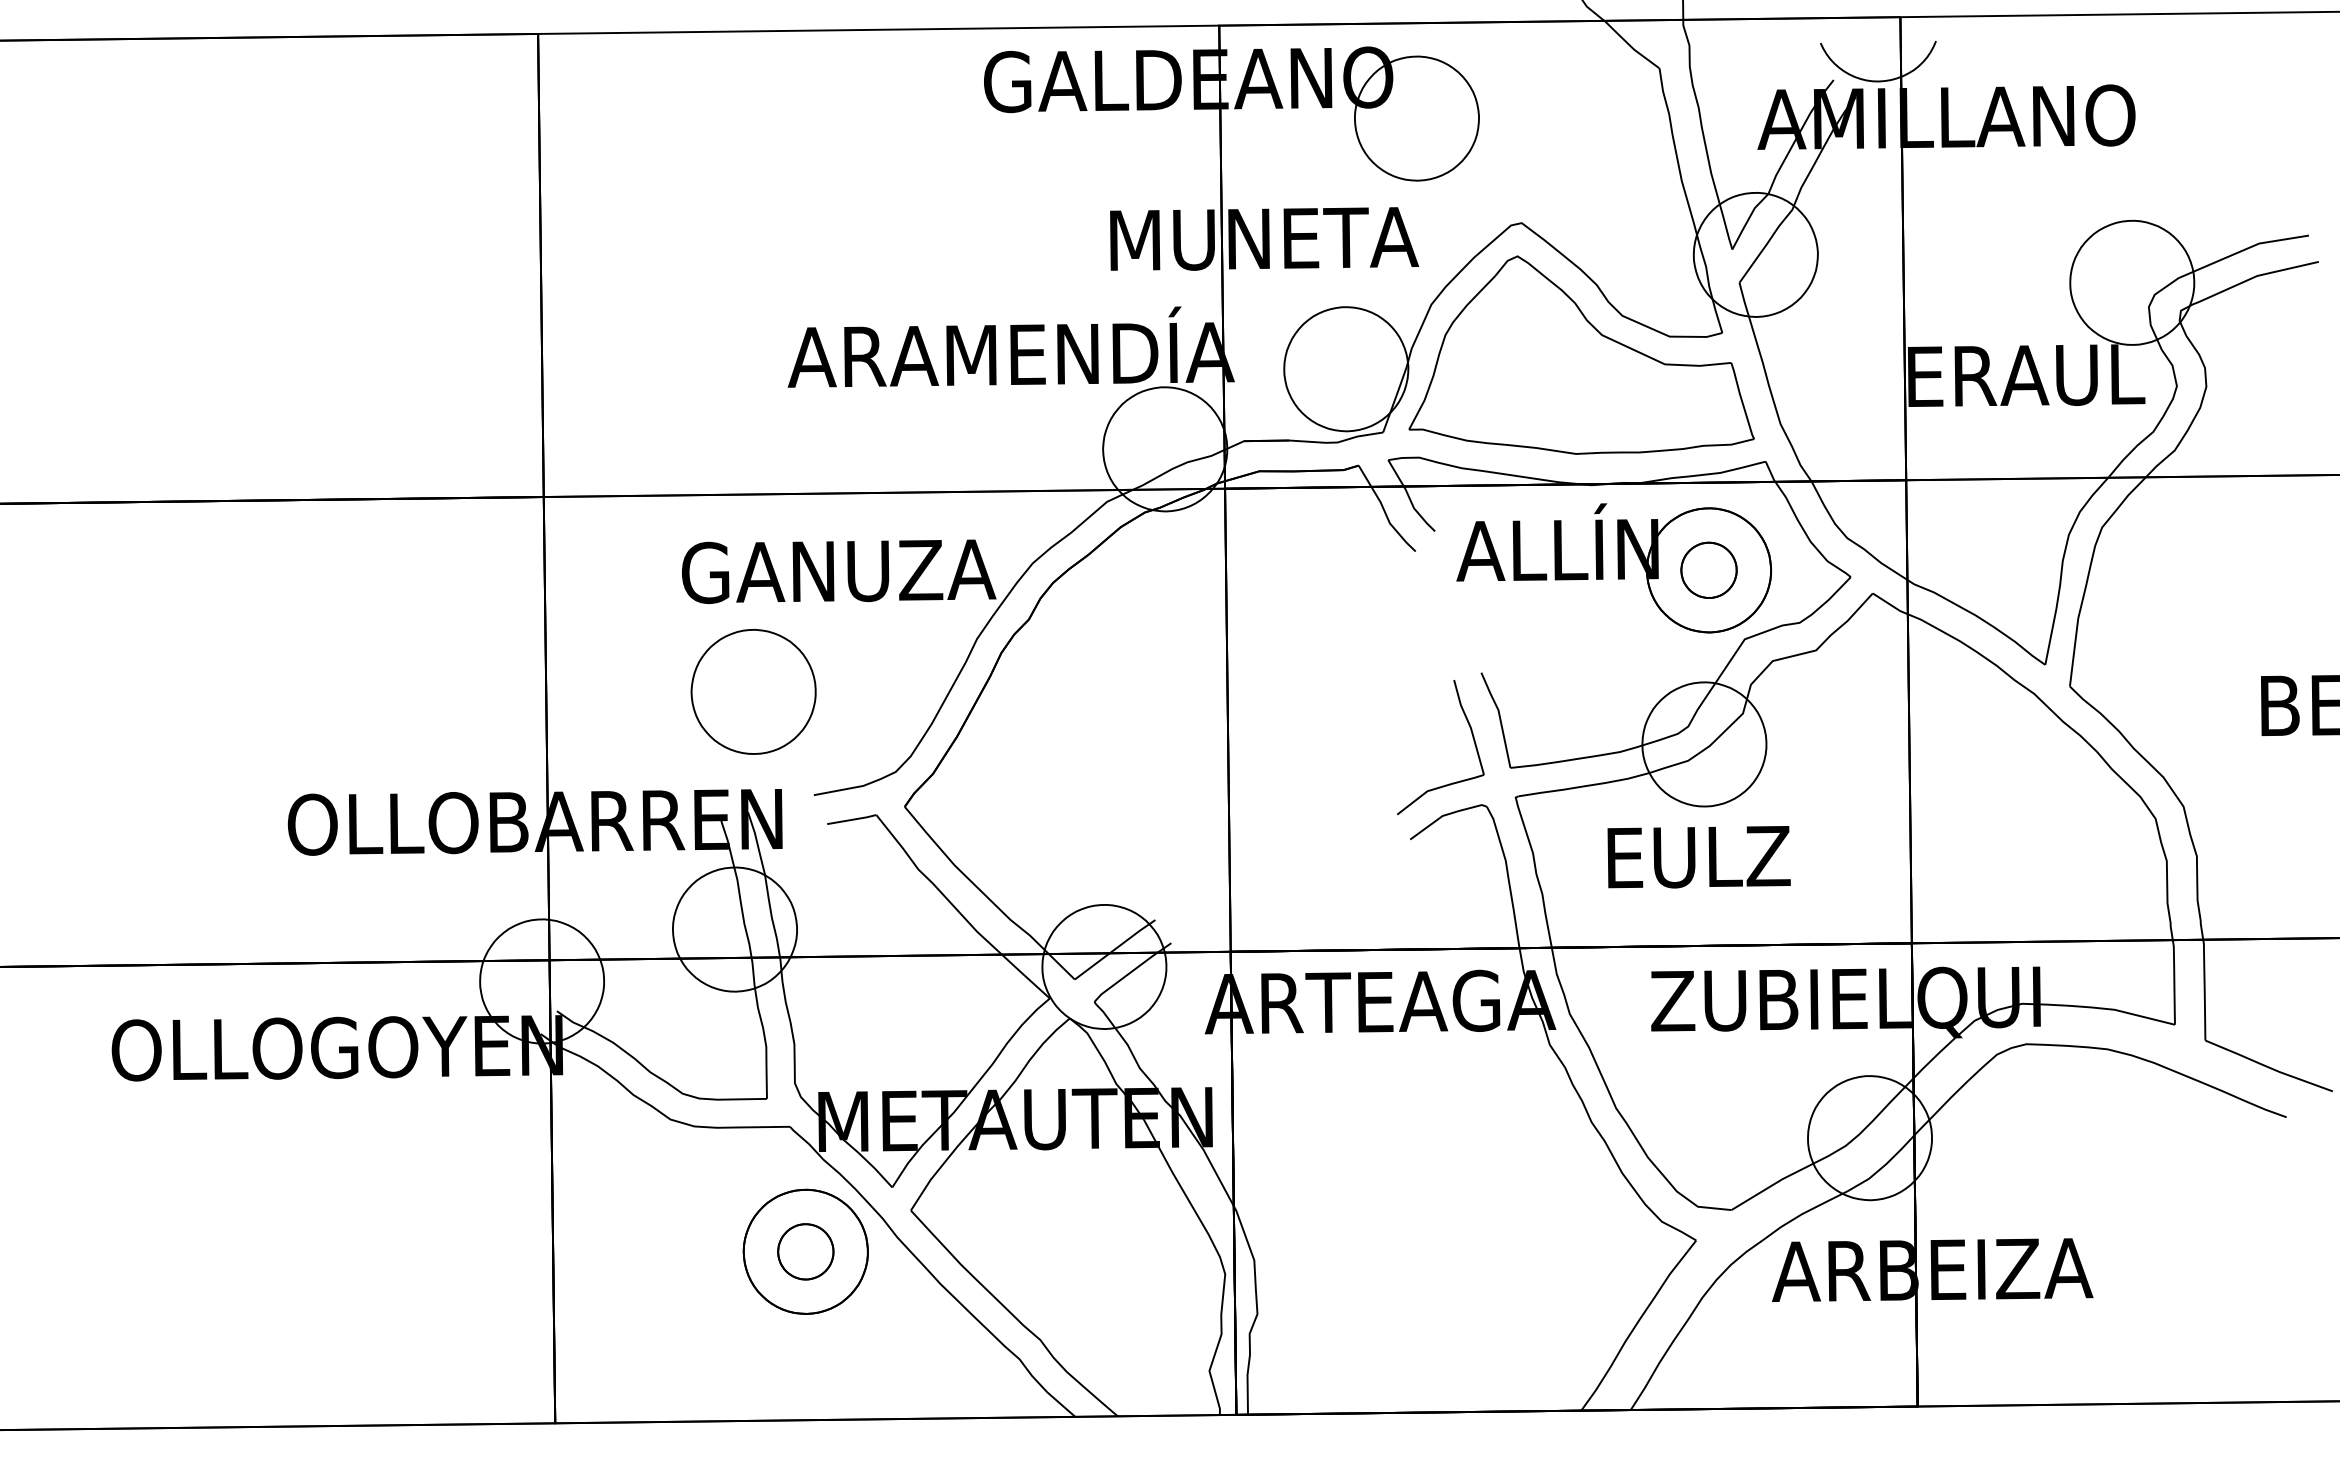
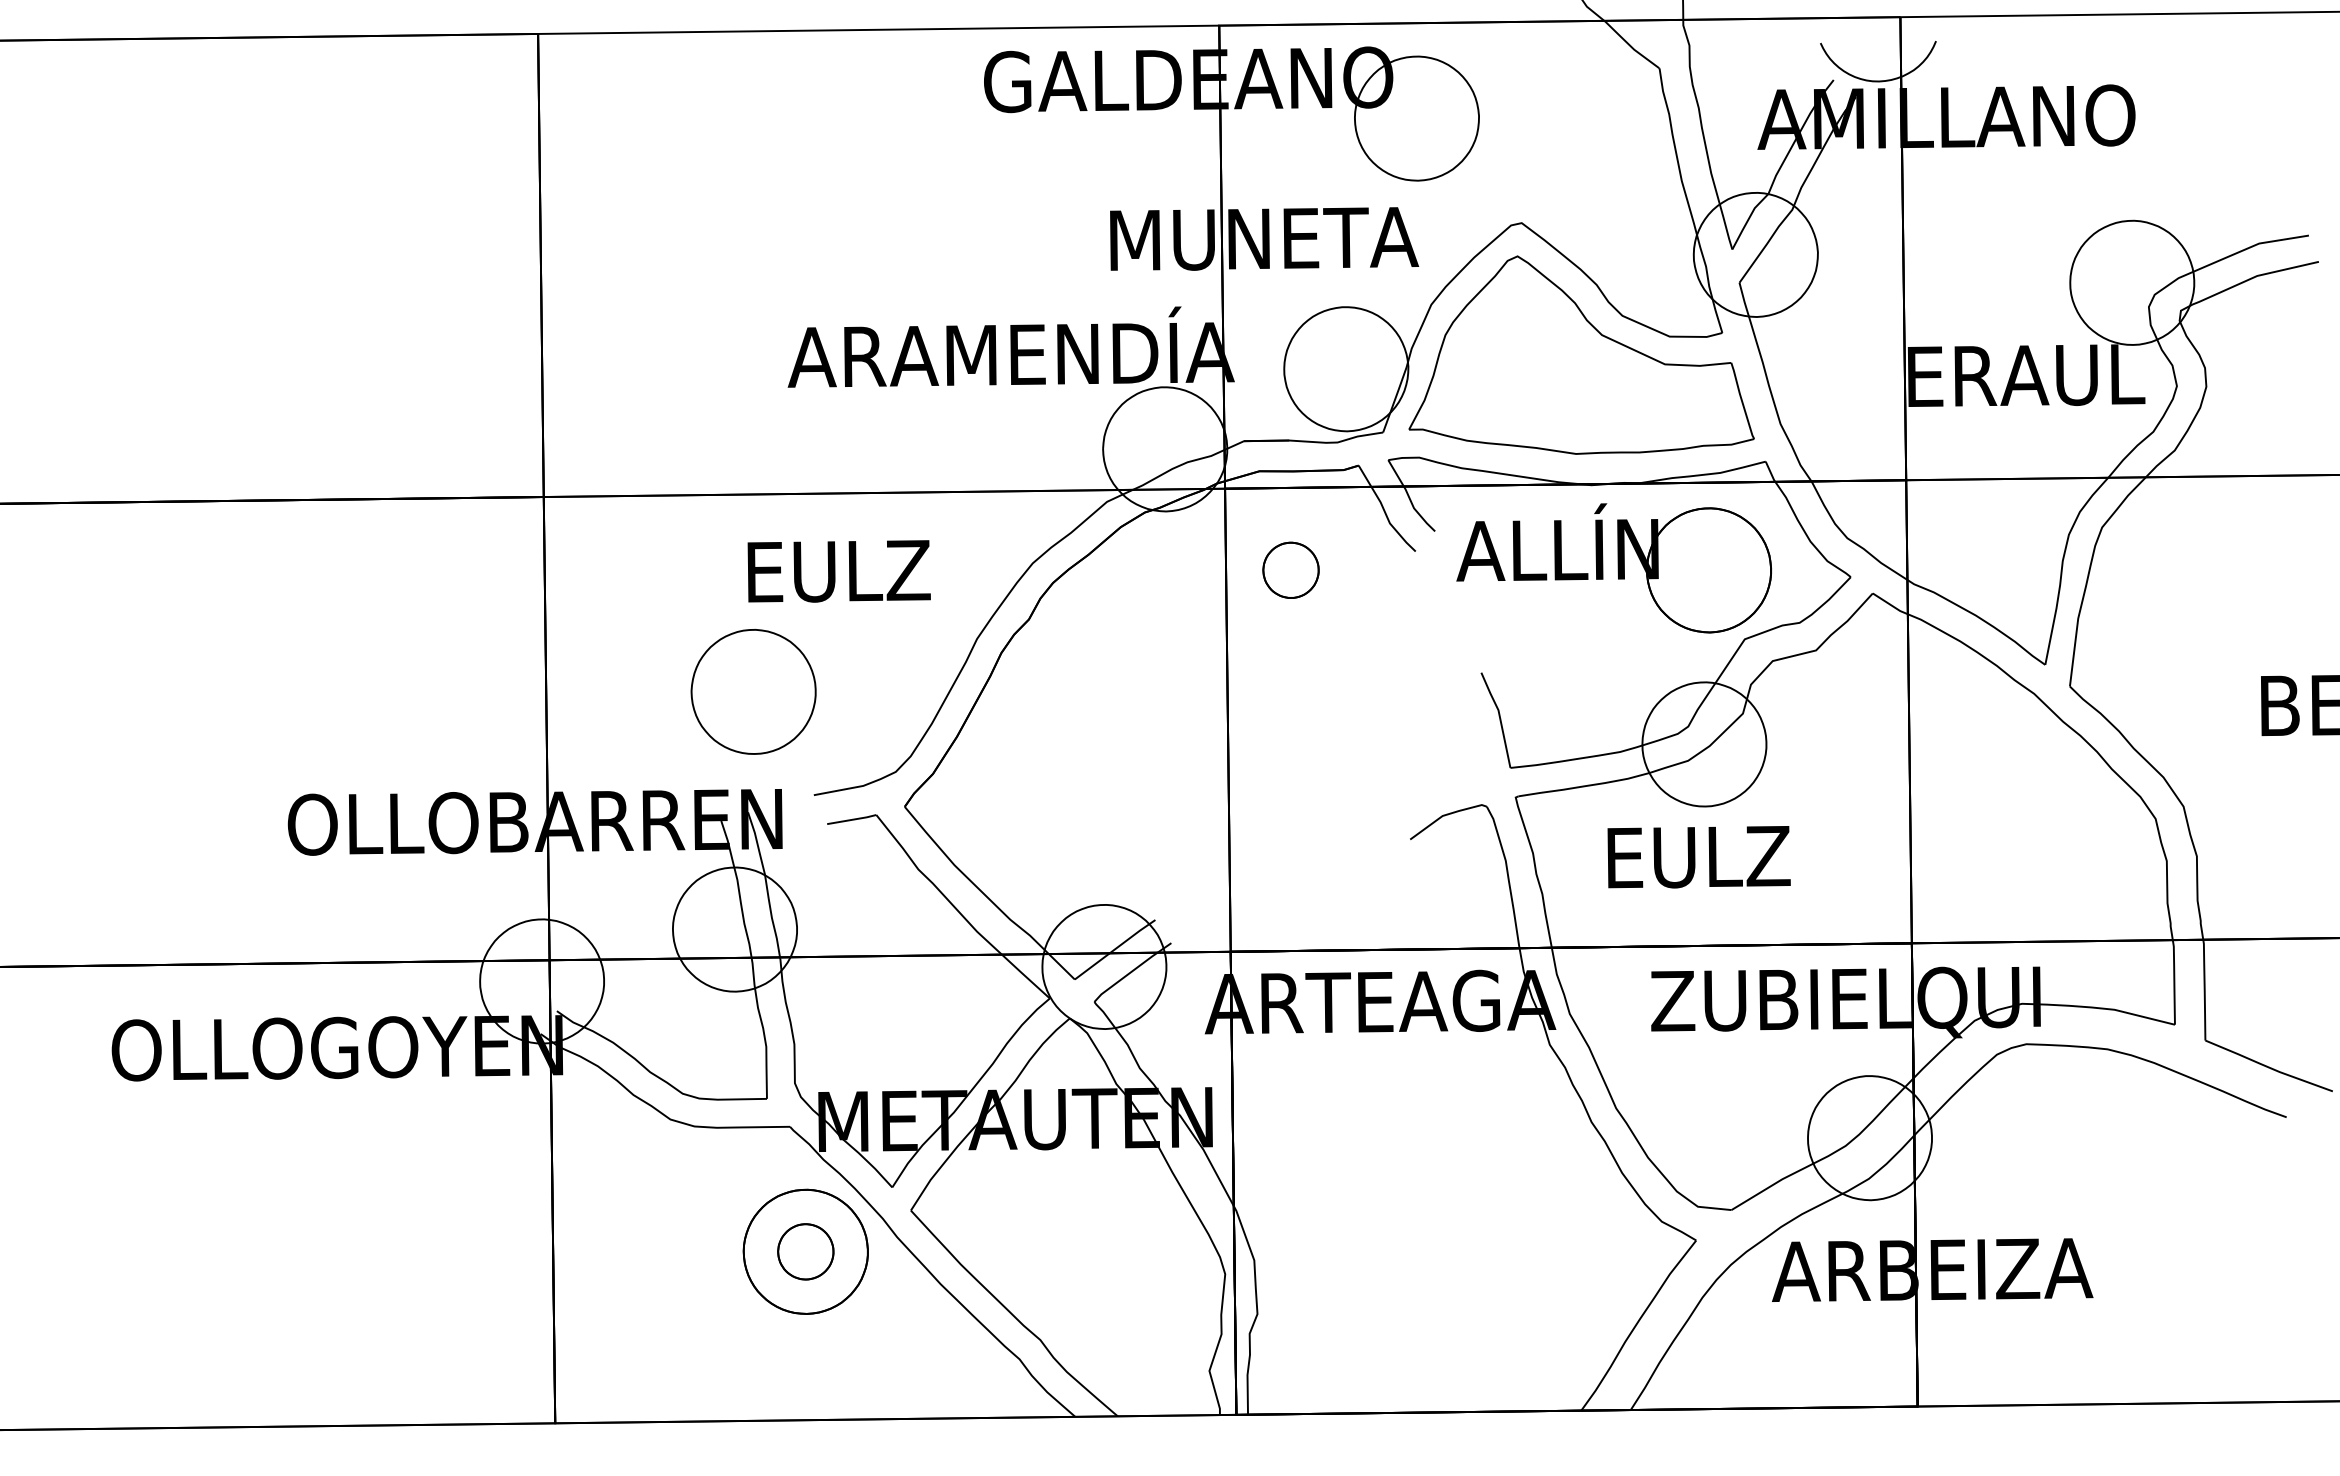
part at (1708, 569) position: (1708, 569) -> (1290, 569)
text at (838, 571): GANUZA -> EULZ
part at (1472, 738): present -> none
